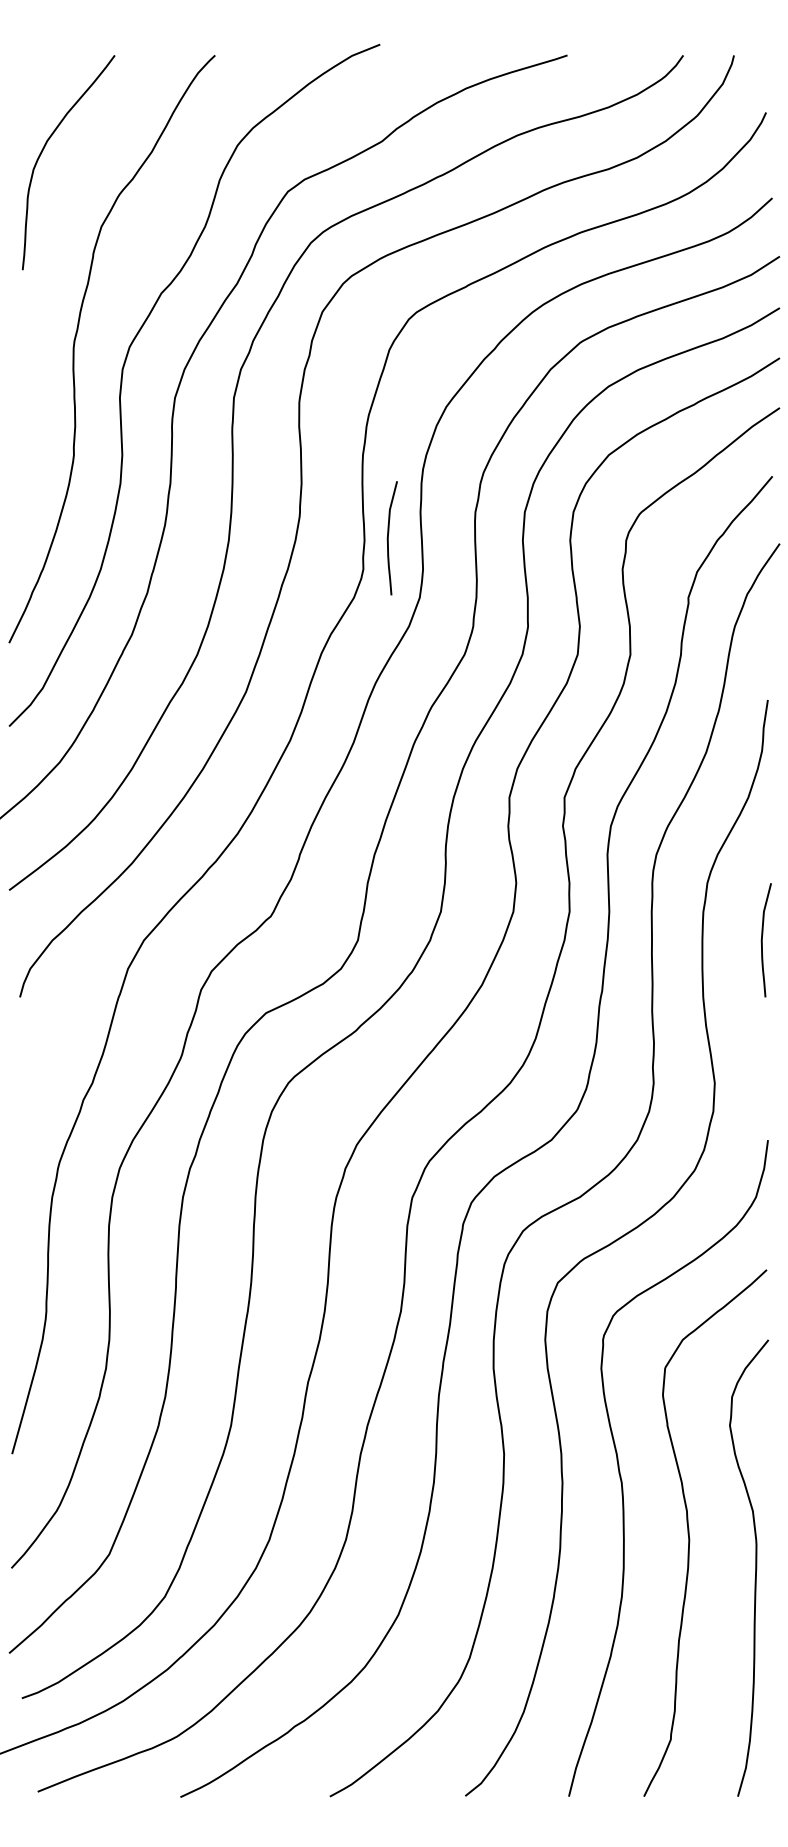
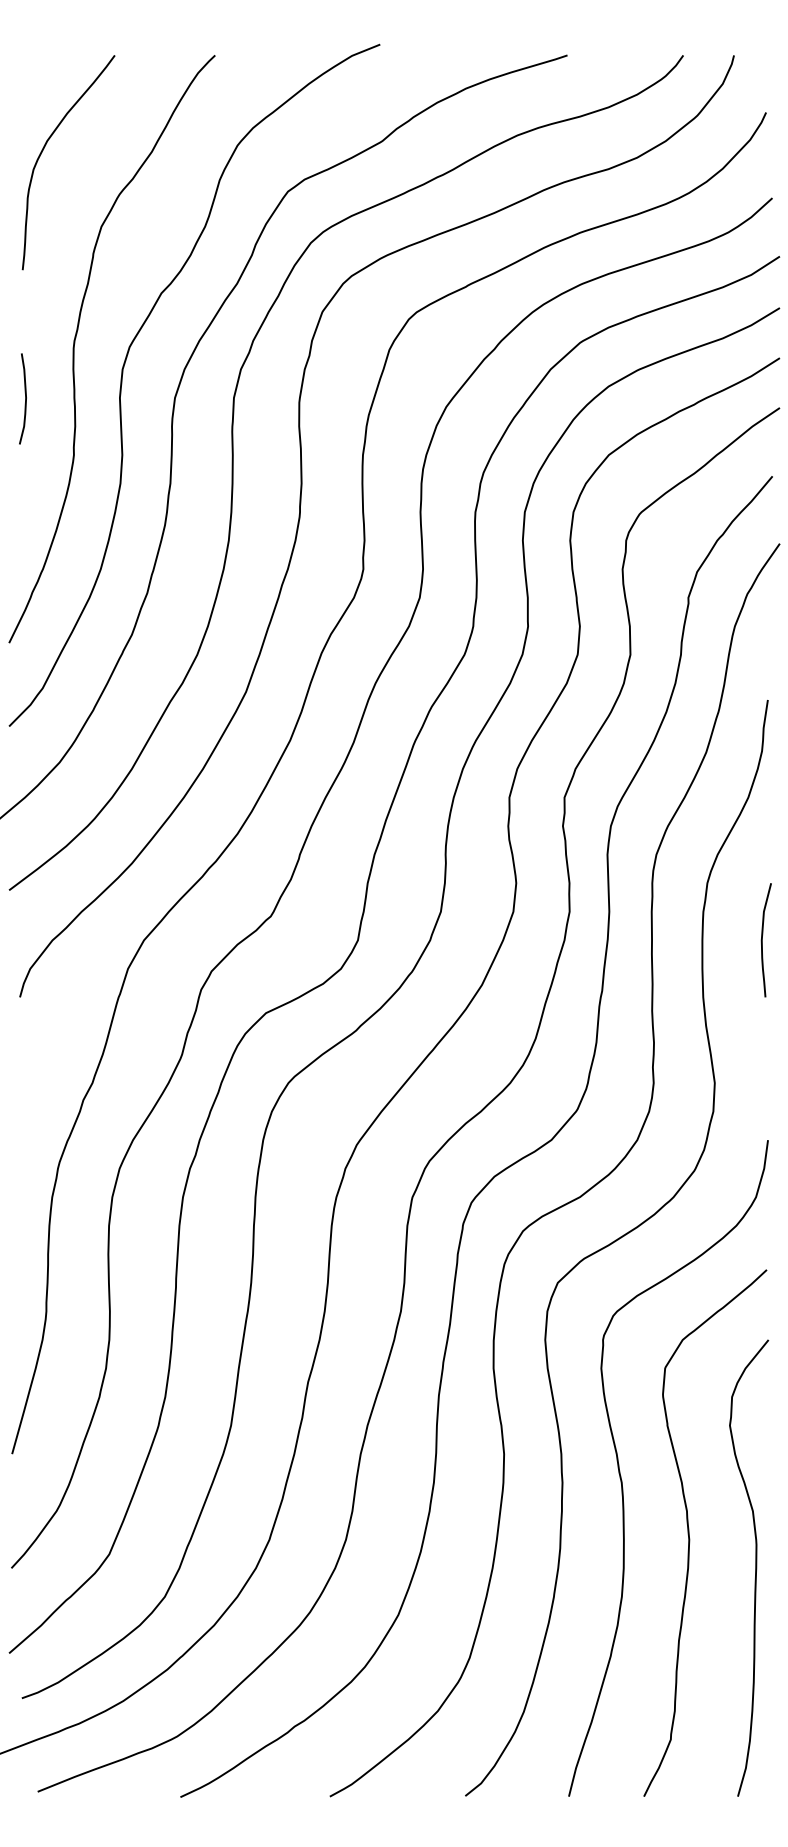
curve at (25, 398): none -> present
curve at (388, 538): present -> none
